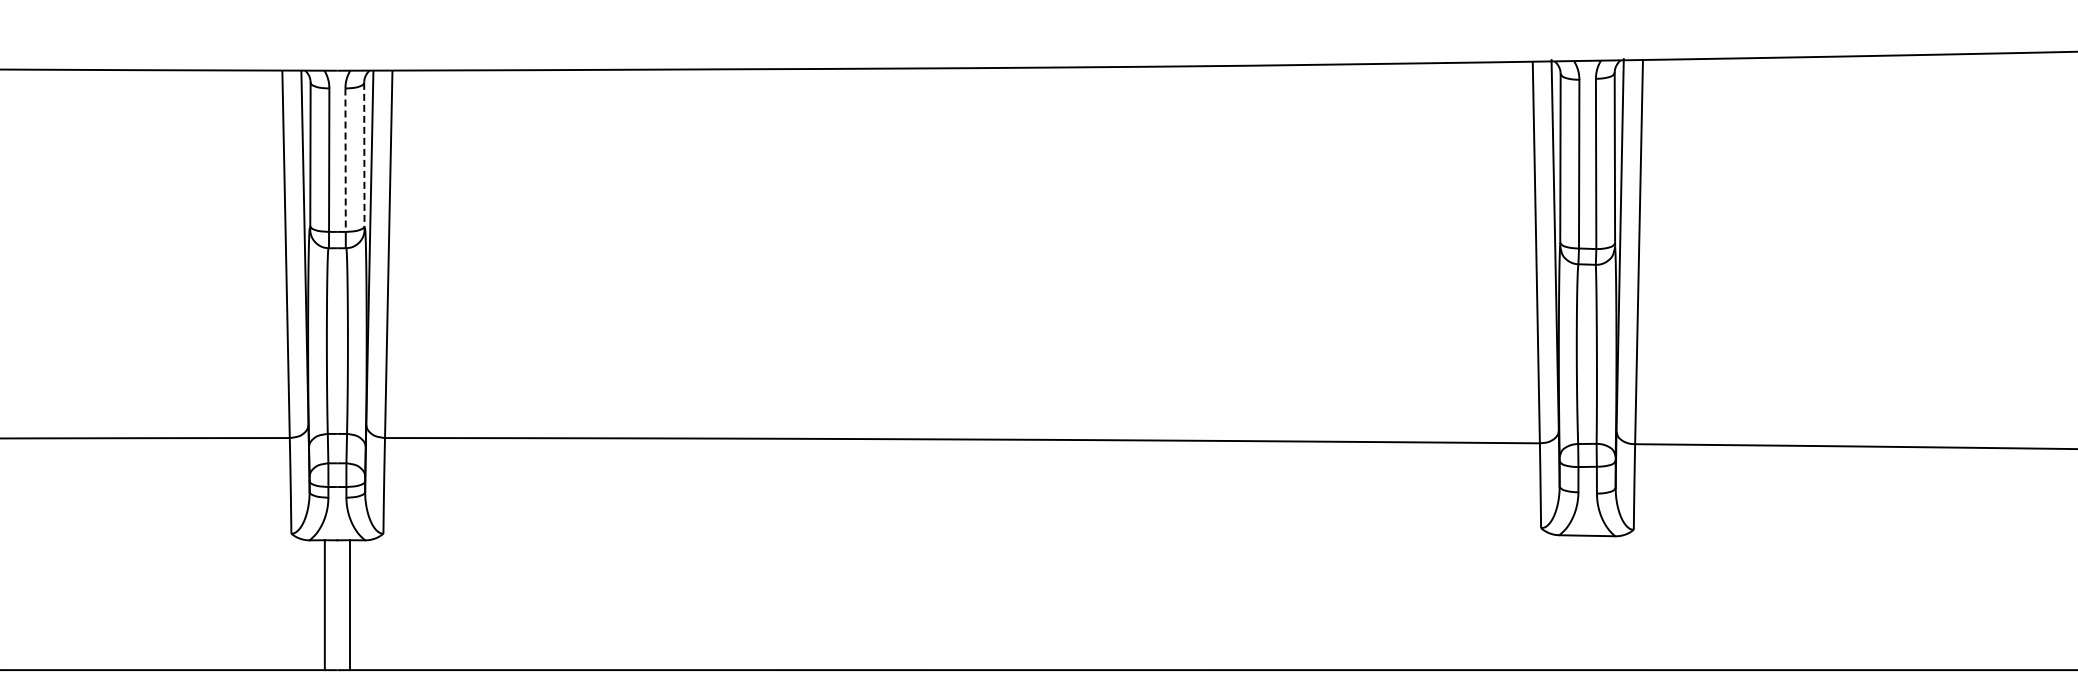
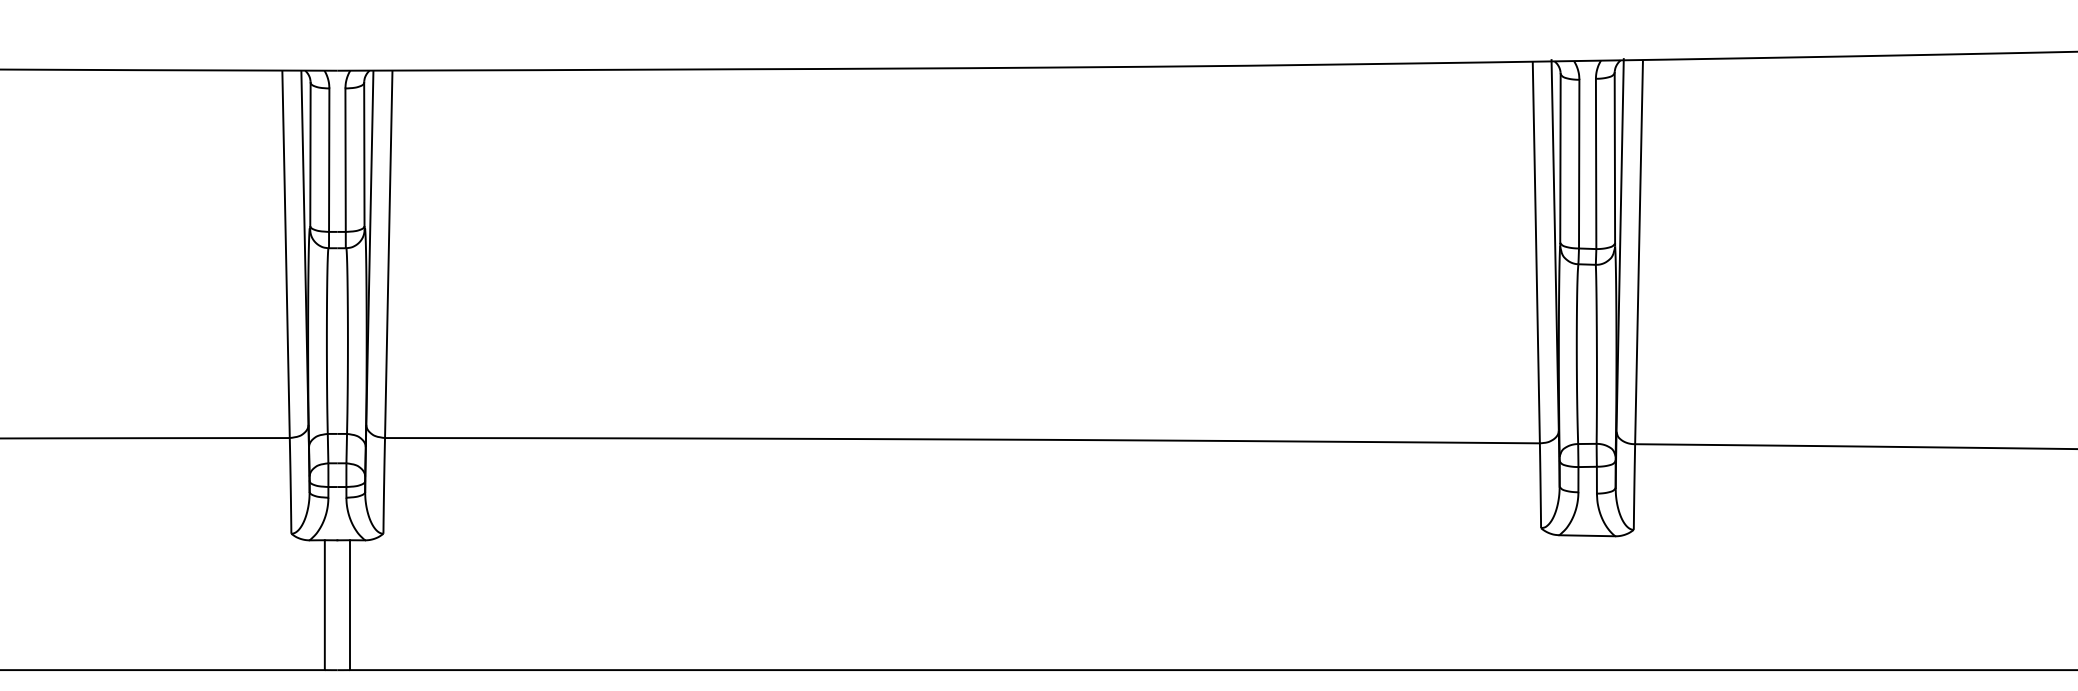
line at (364, 154): dashed -> solid
line at (345, 160): dashed -> solid
